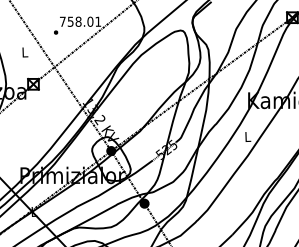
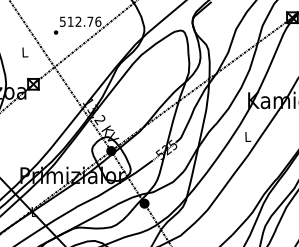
text at (80, 21): 758.01 -> 512.76
